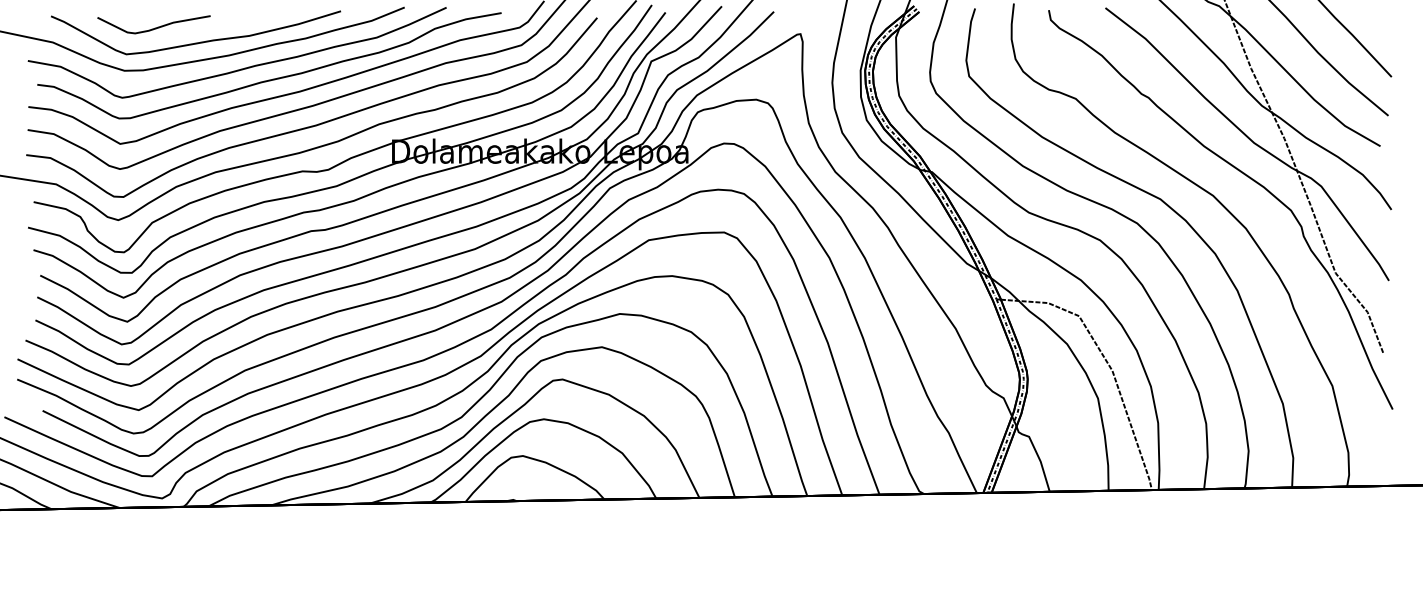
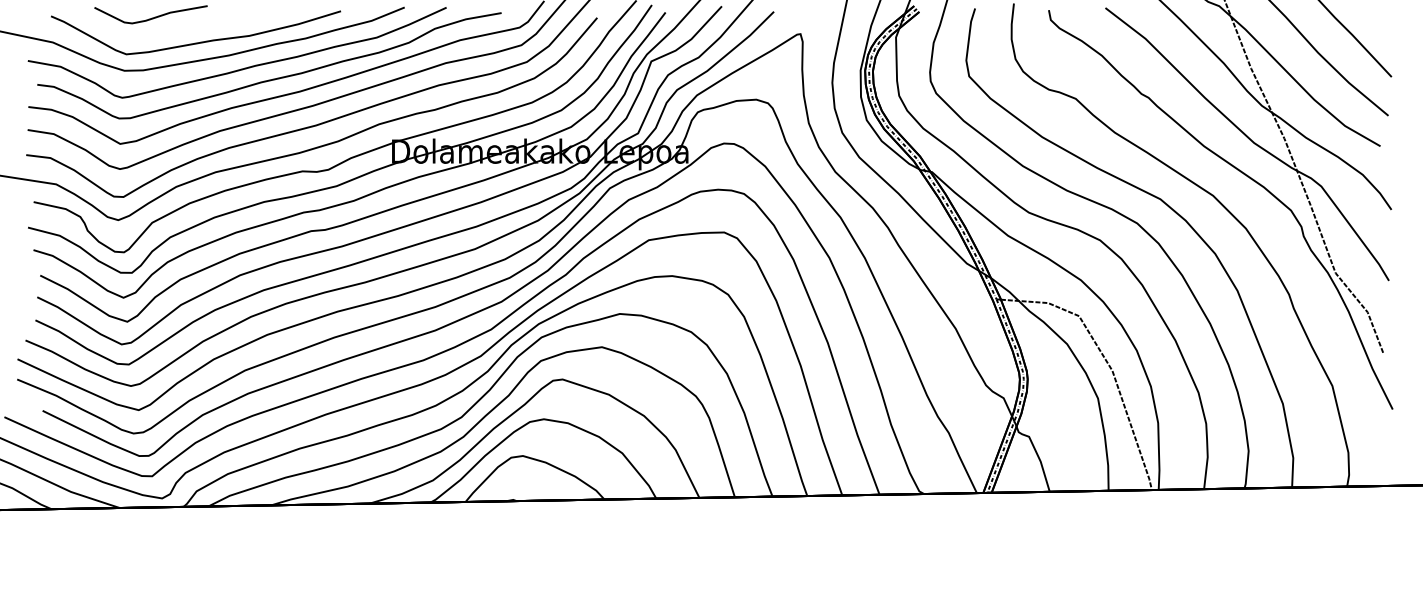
curve at (155, 27) position: (155, 27) -> (152, 17)
